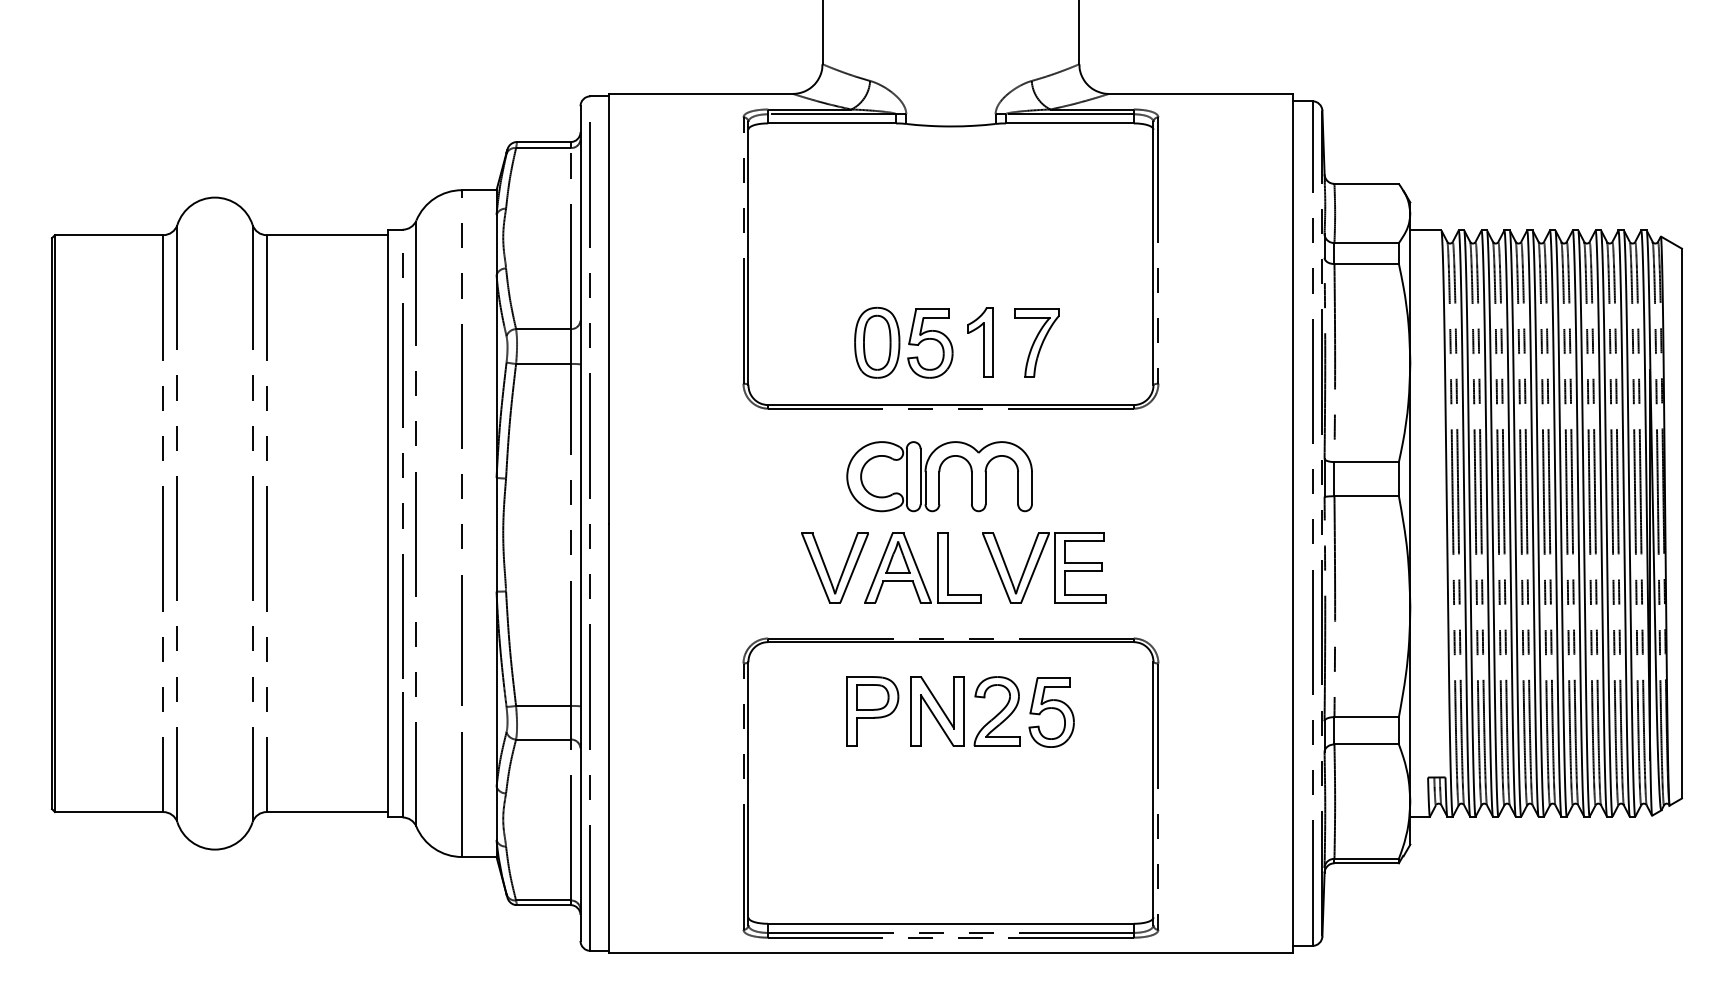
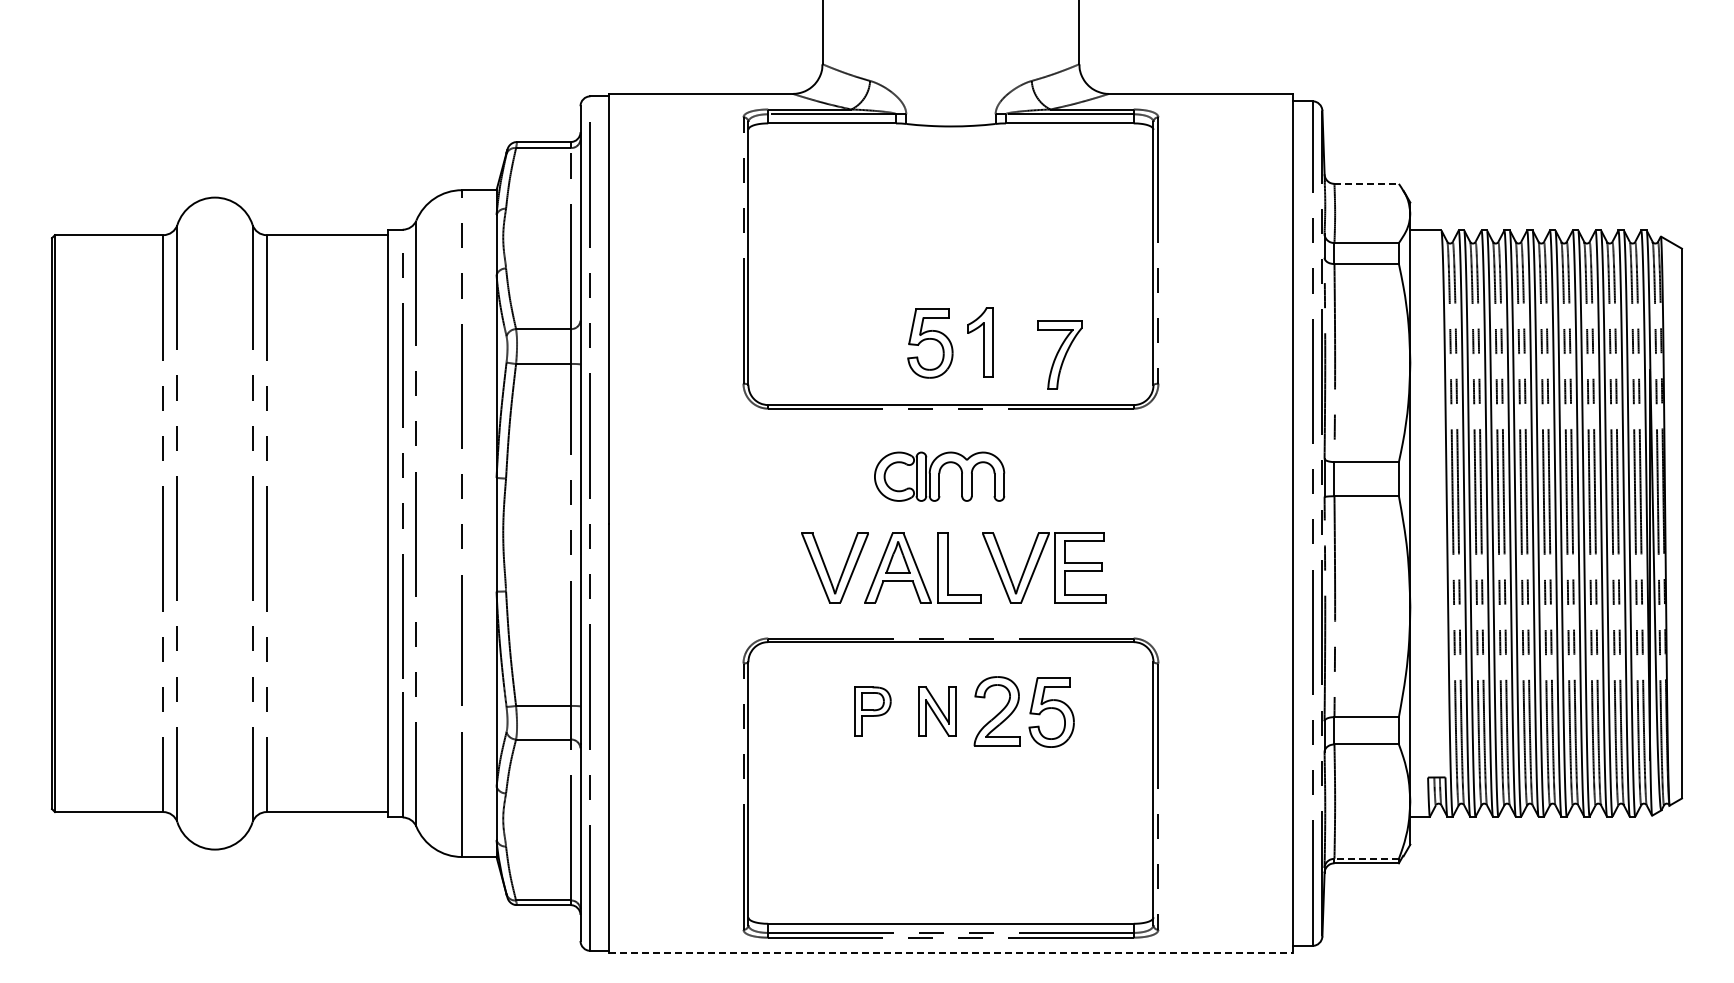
line at (1367, 183): solid -> dashed
part at (877, 342): present -> none
part at (1036, 342) position: (1036, 342) -> (1059, 354)
part at (939, 476) size: 187x72 px -> 132x51 px
part at (872, 711) size: 54x71 px -> 38x51 px
part at (937, 711) size: 55x71 px -> 39x51 px
line at (1366, 858): solid -> dashed
line at (950, 953): solid -> dashed
